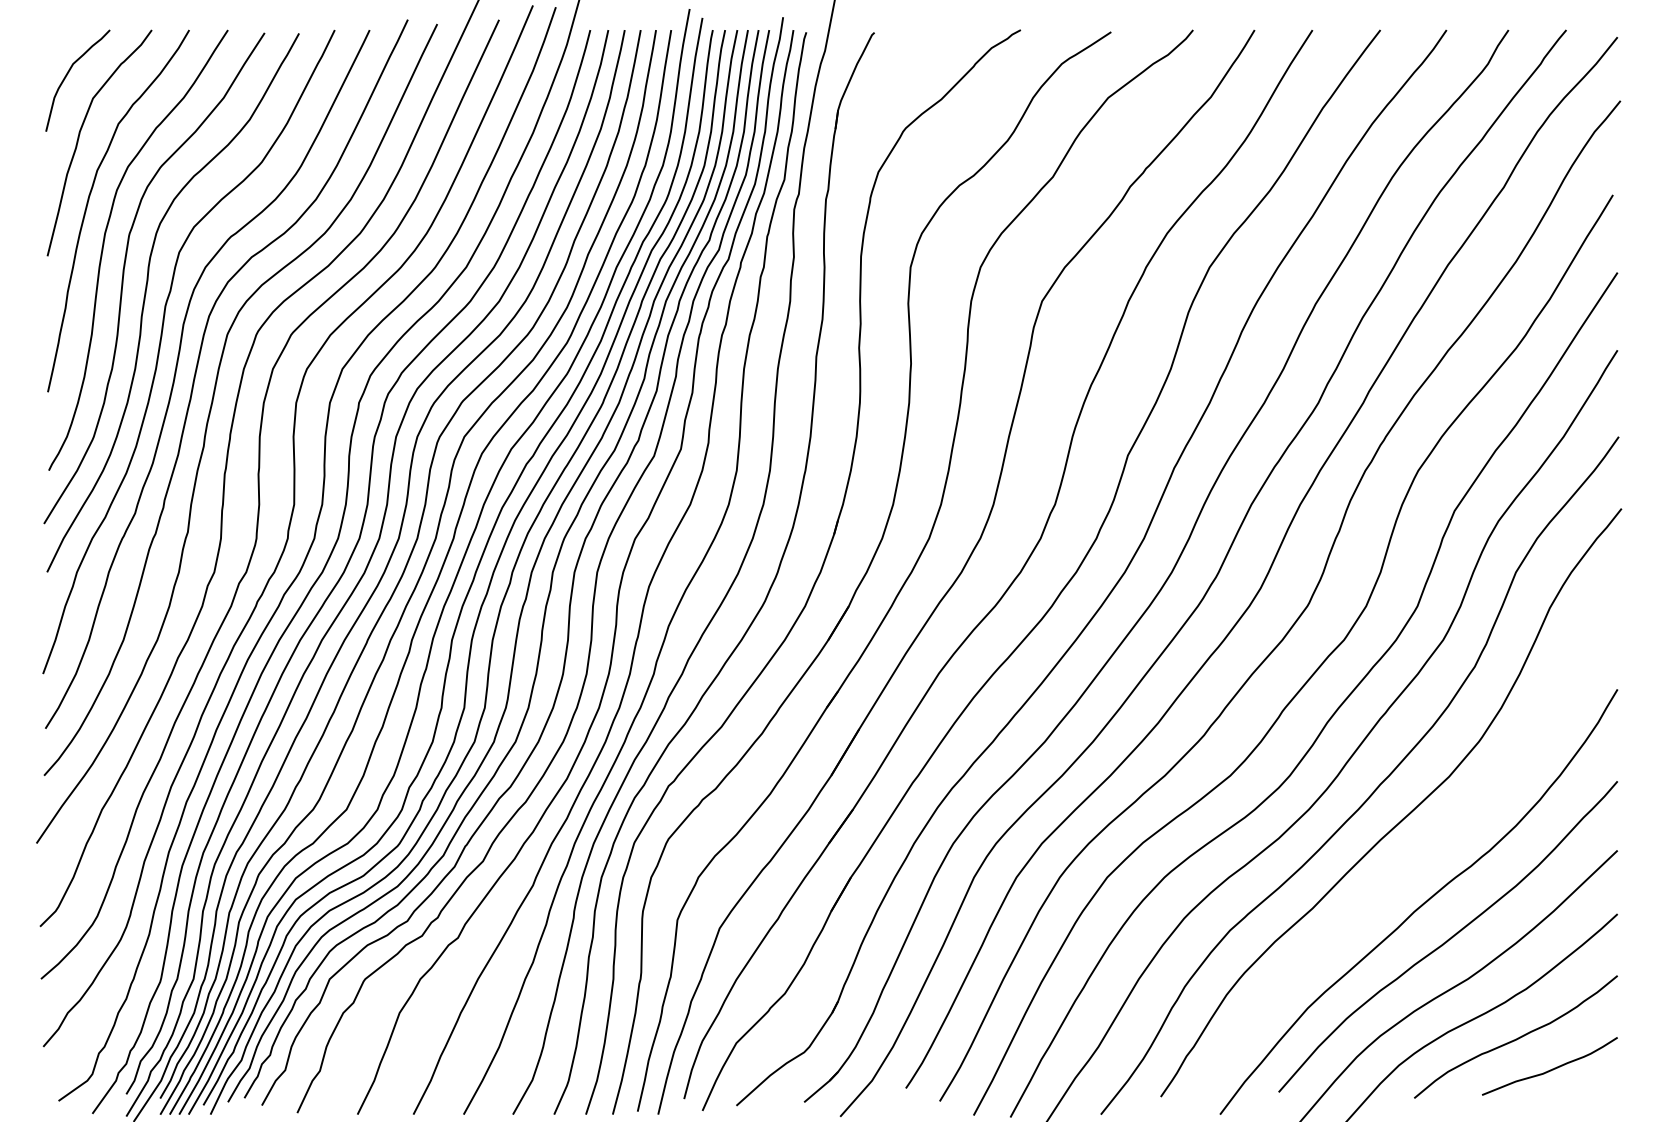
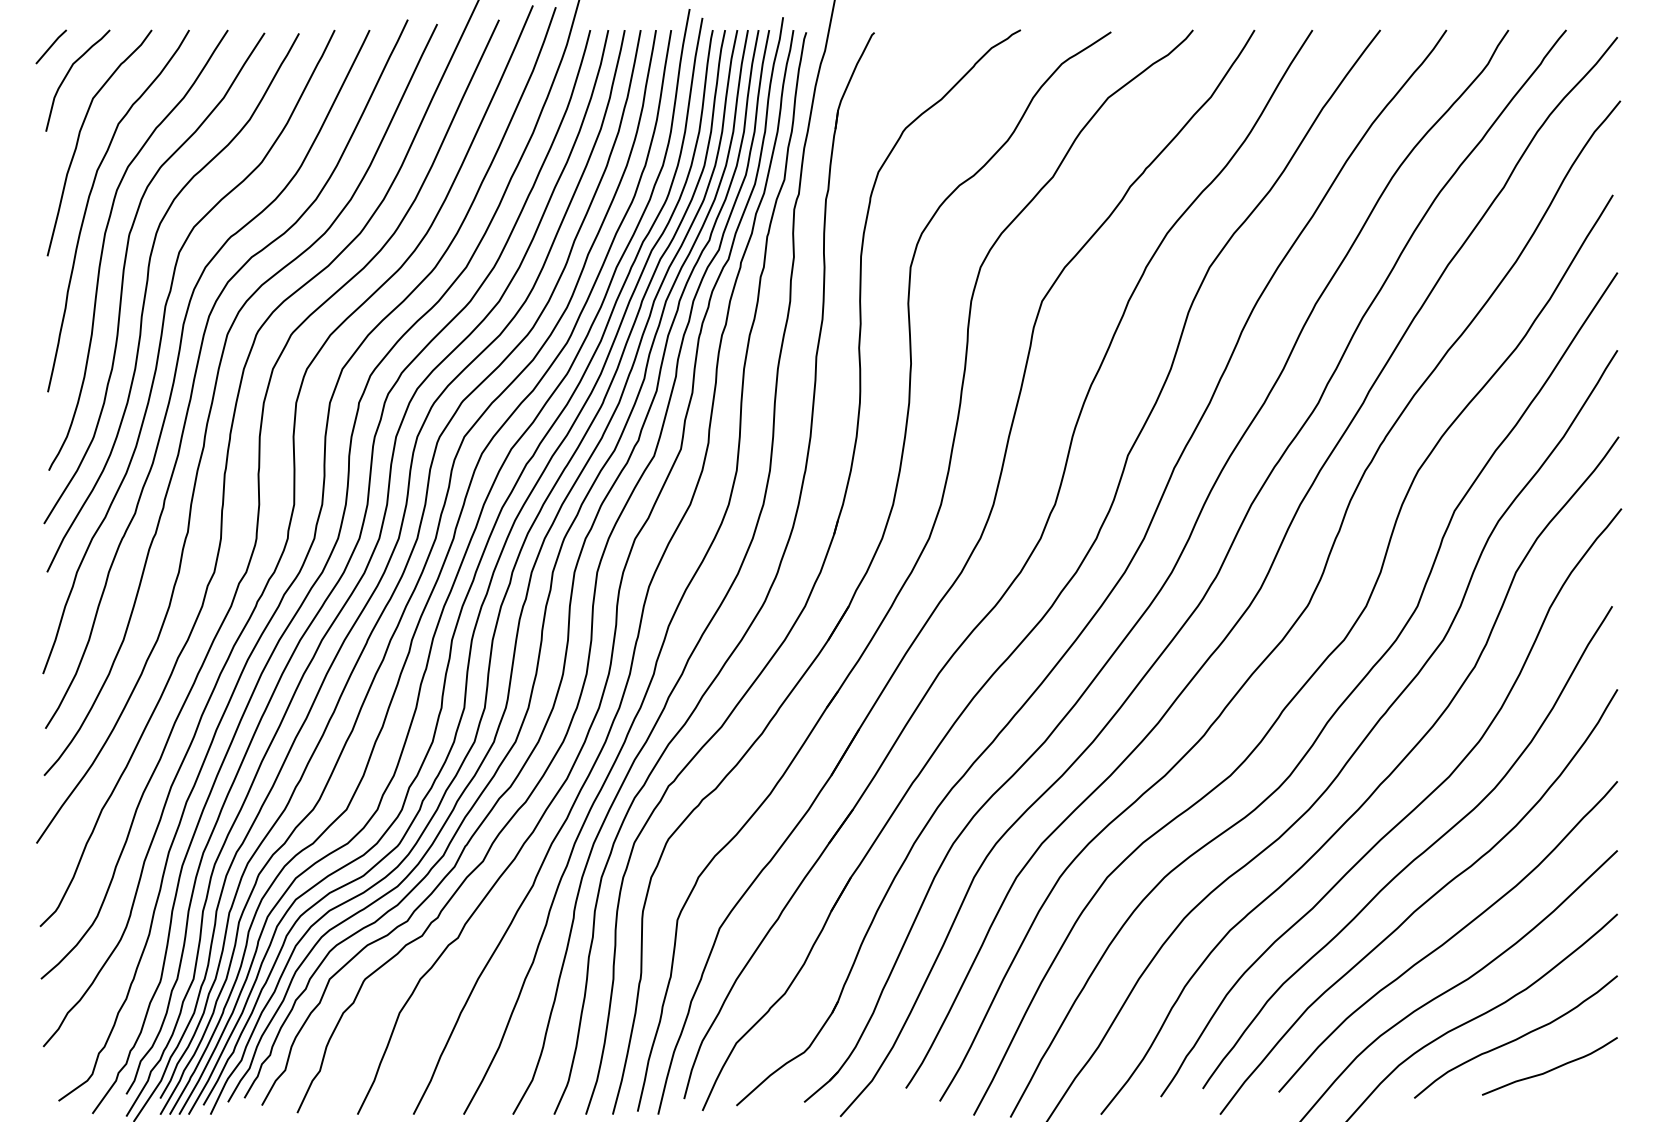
line at (51, 46): none -> present
curve at (1416, 856): none -> present
